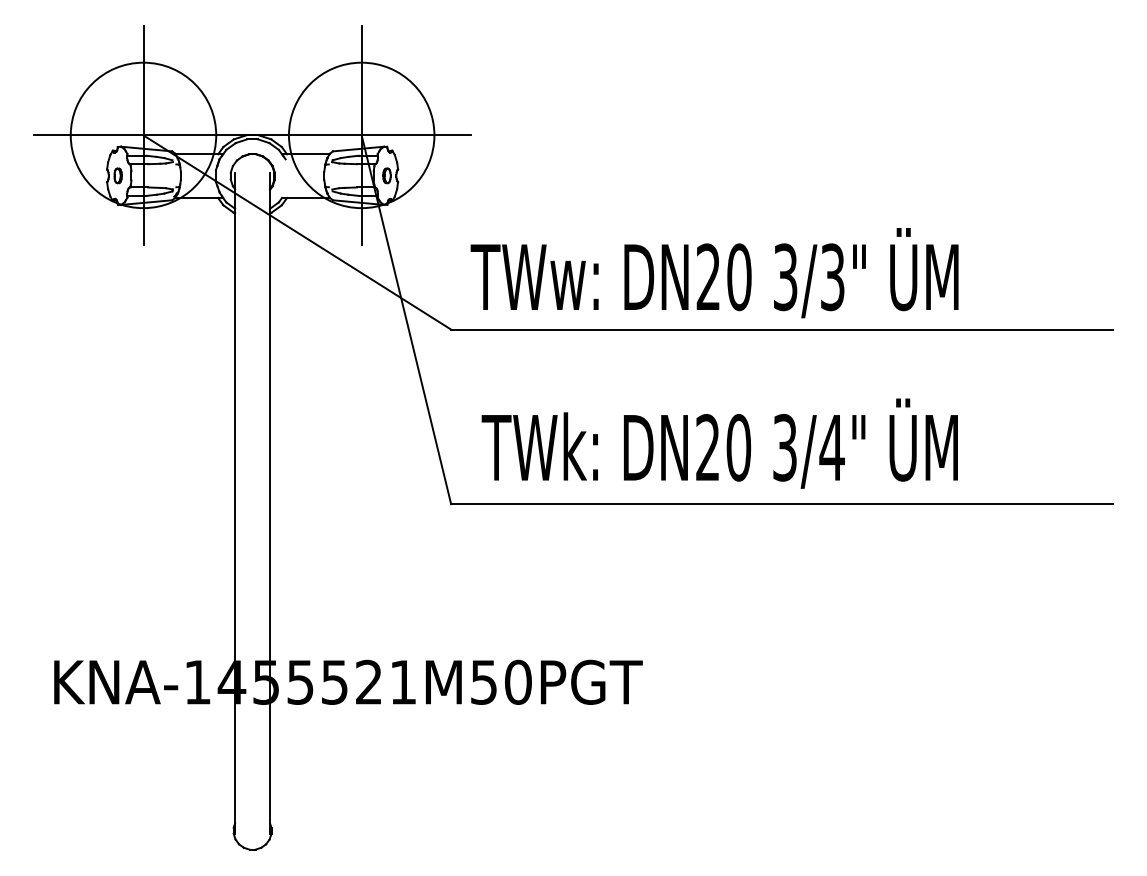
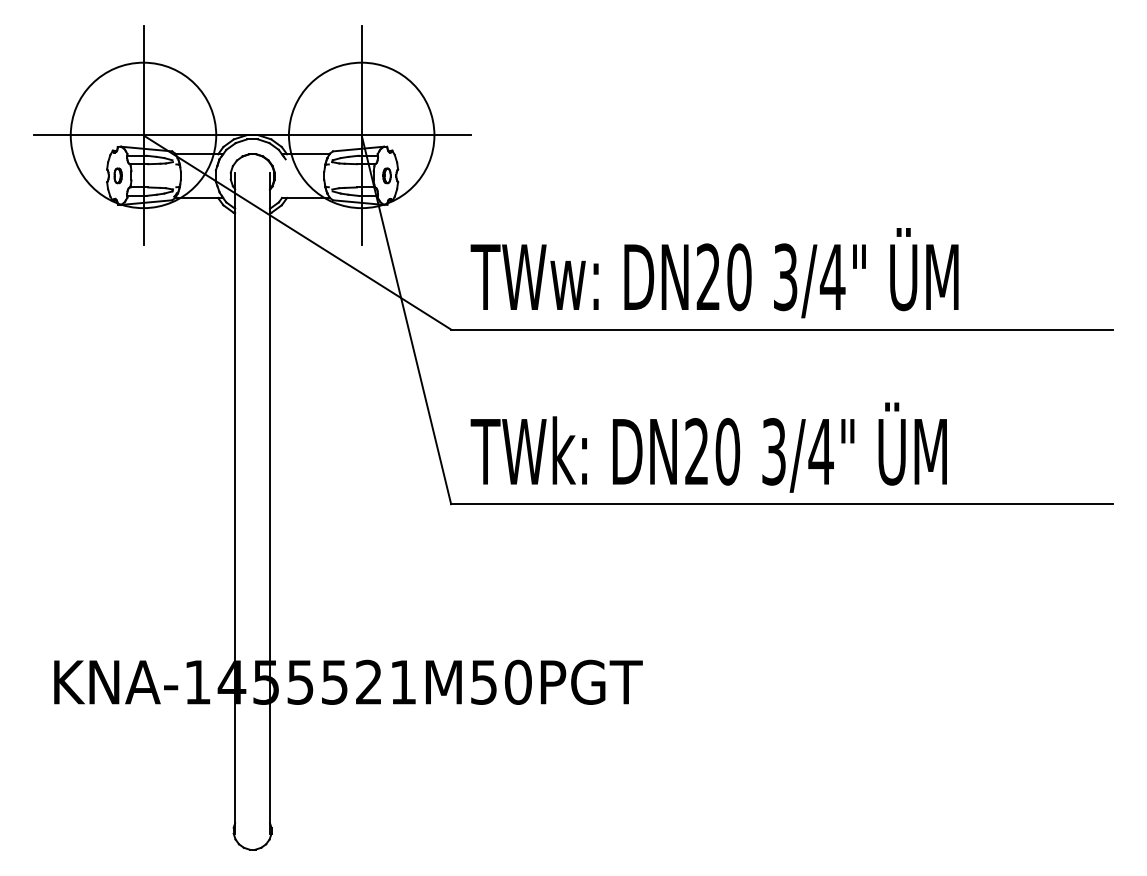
text at (832, 277): 3/3" -> 3/4"
text at (719, 443) position: (719, 443) -> (708, 447)
